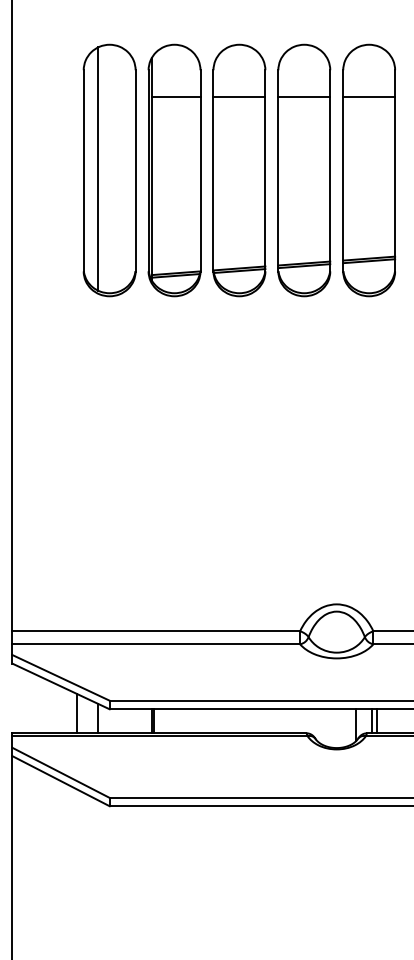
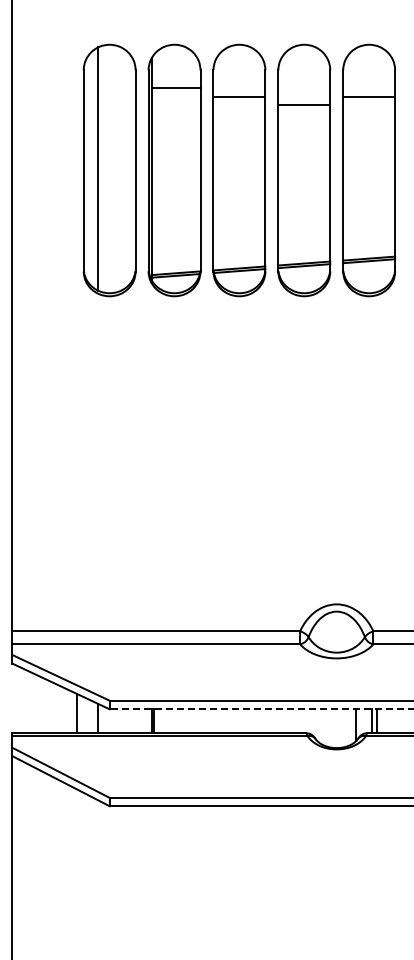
line at (175, 96) position: (175, 96) -> (175, 87)
line at (304, 96) position: (304, 96) -> (304, 104)
line at (261, 709): solid -> dashed
